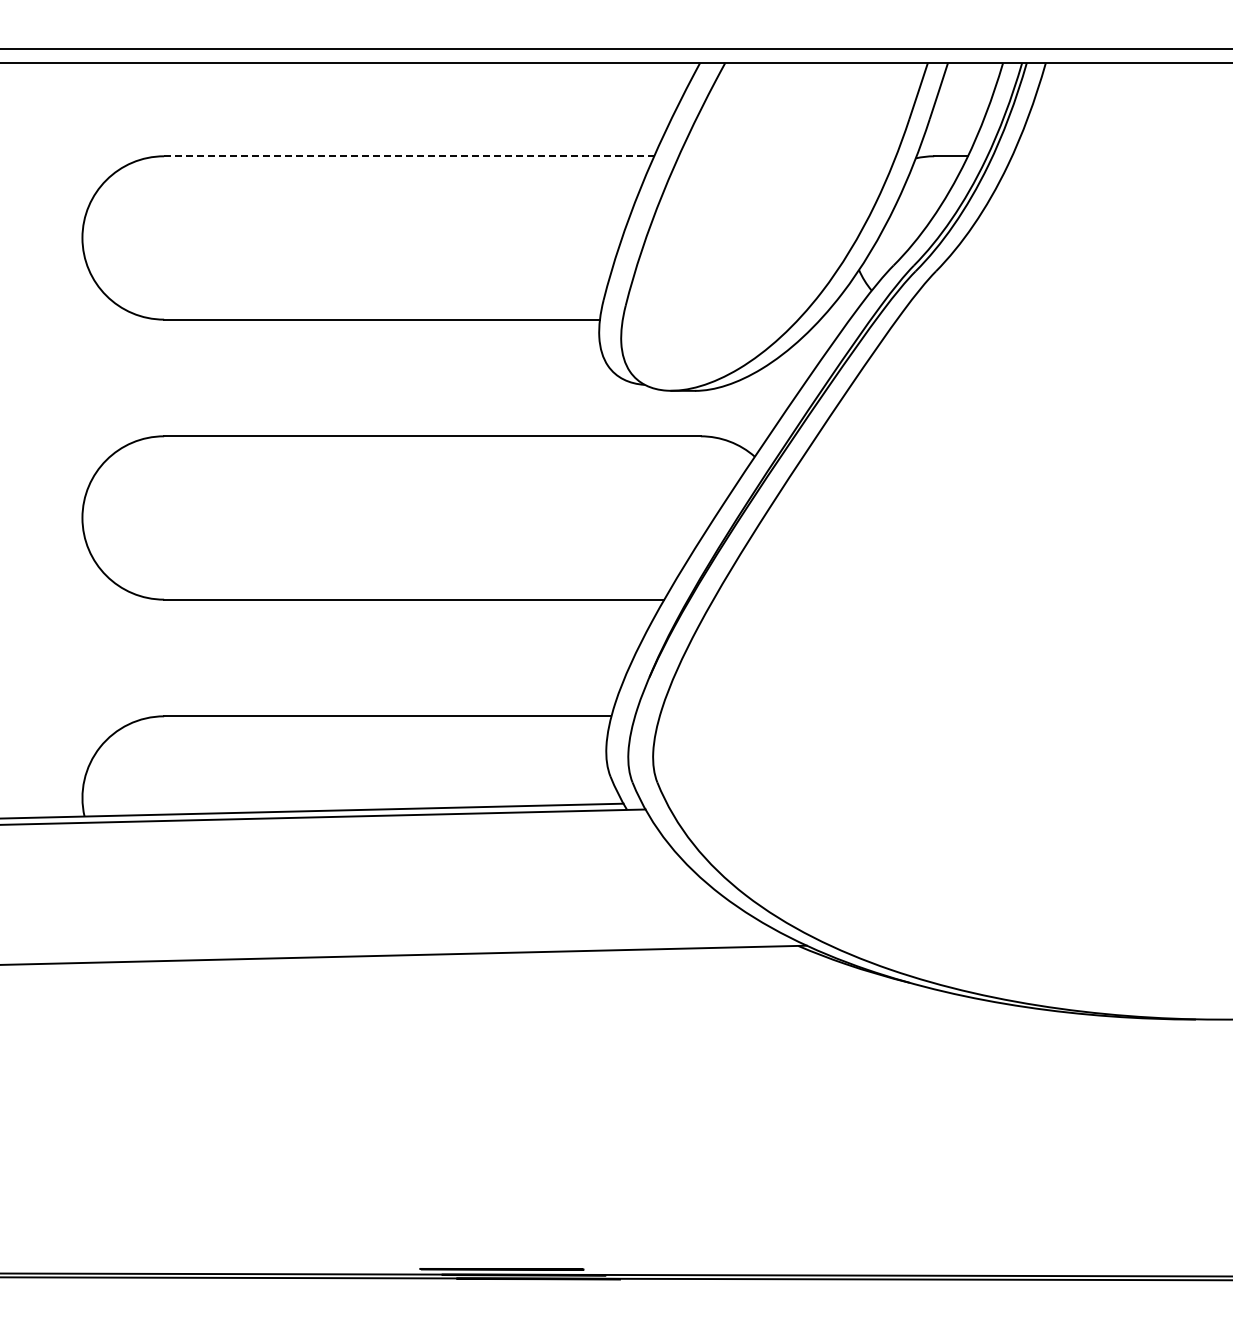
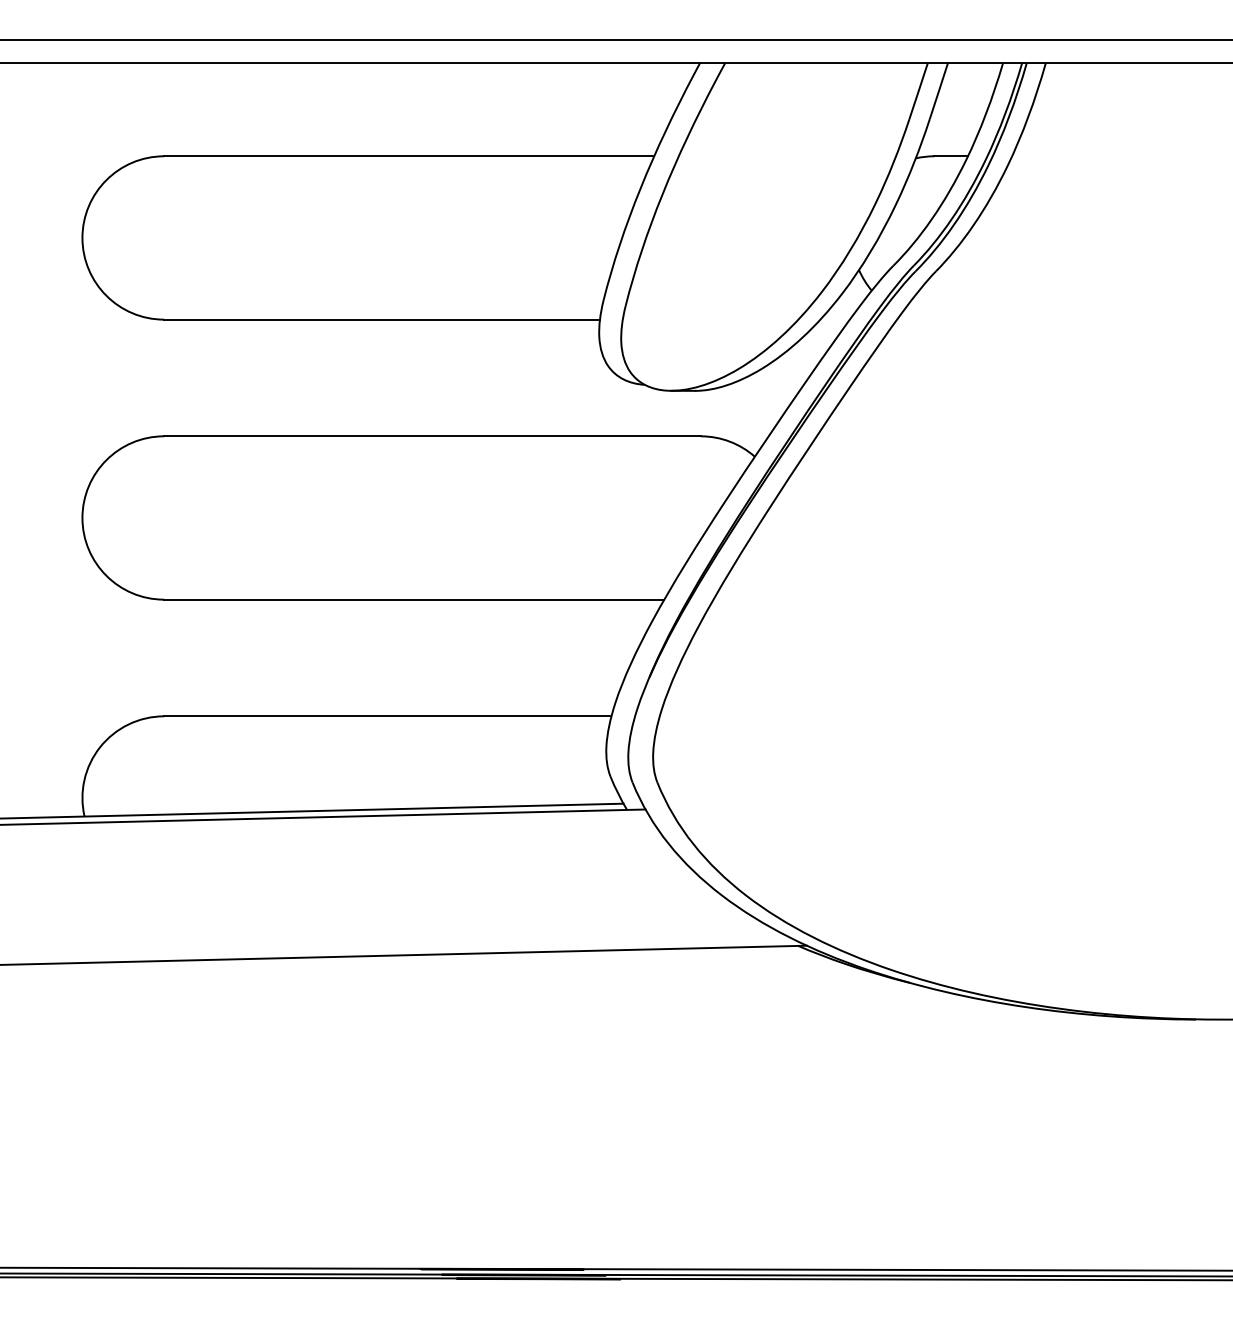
line at (615, 48) position: (615, 48) -> (615, 39)
line at (409, 156): dashed -> solid
line at (615, 1268): none -> present
